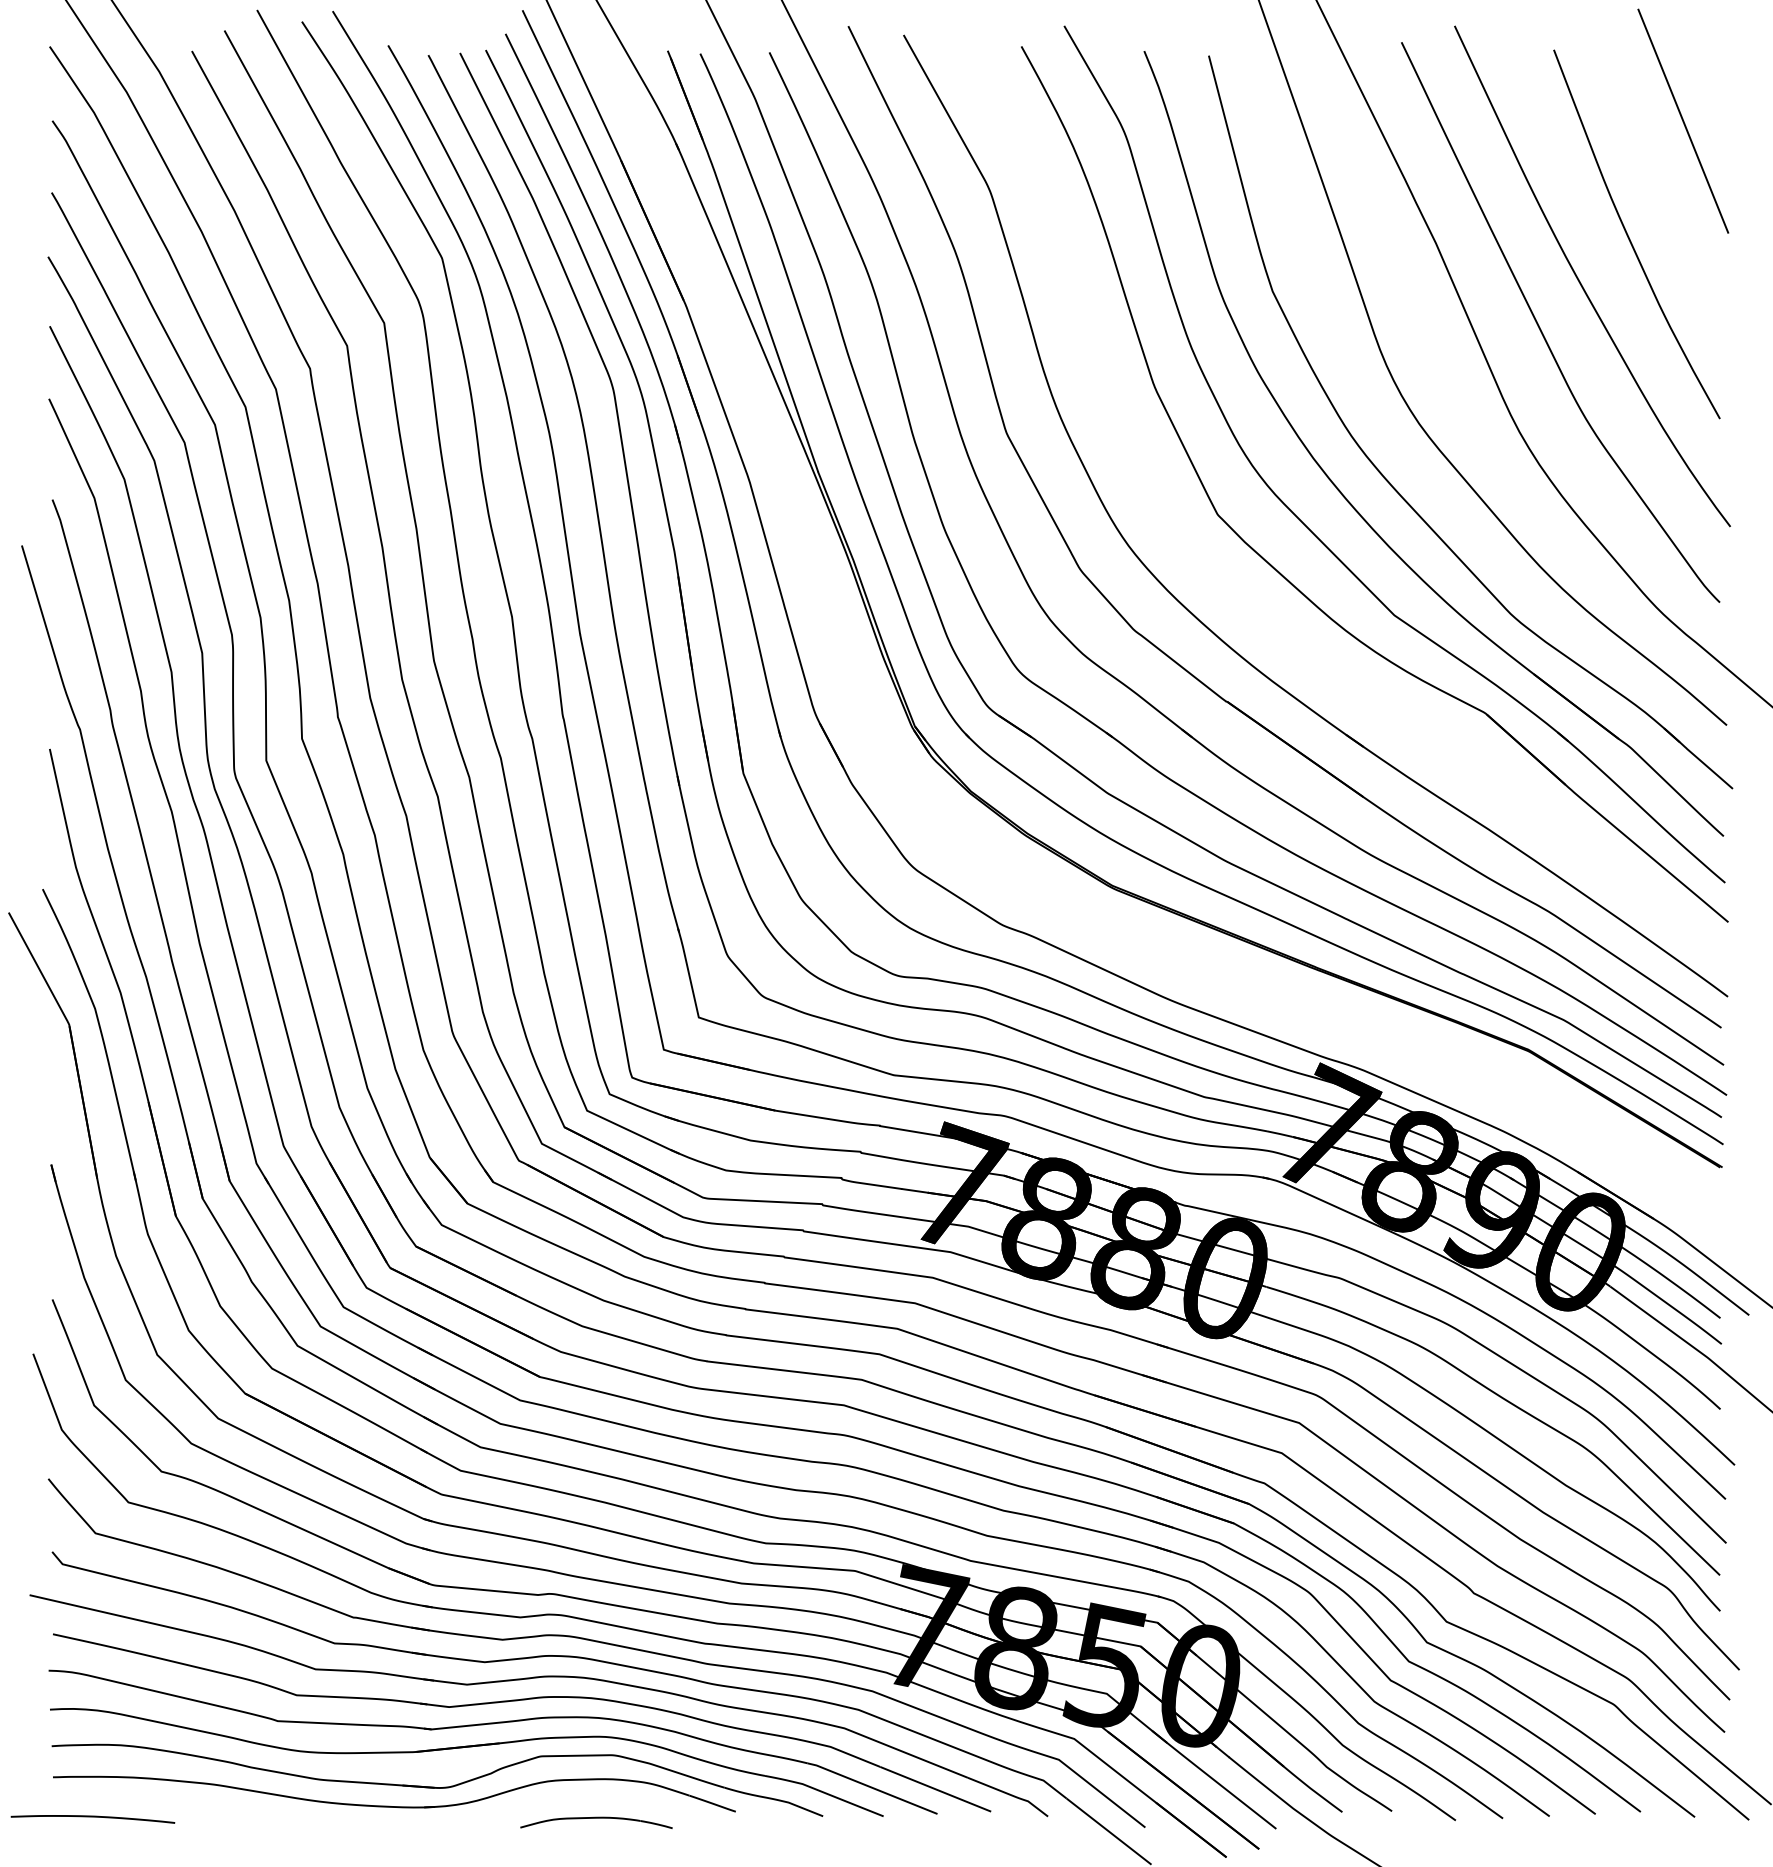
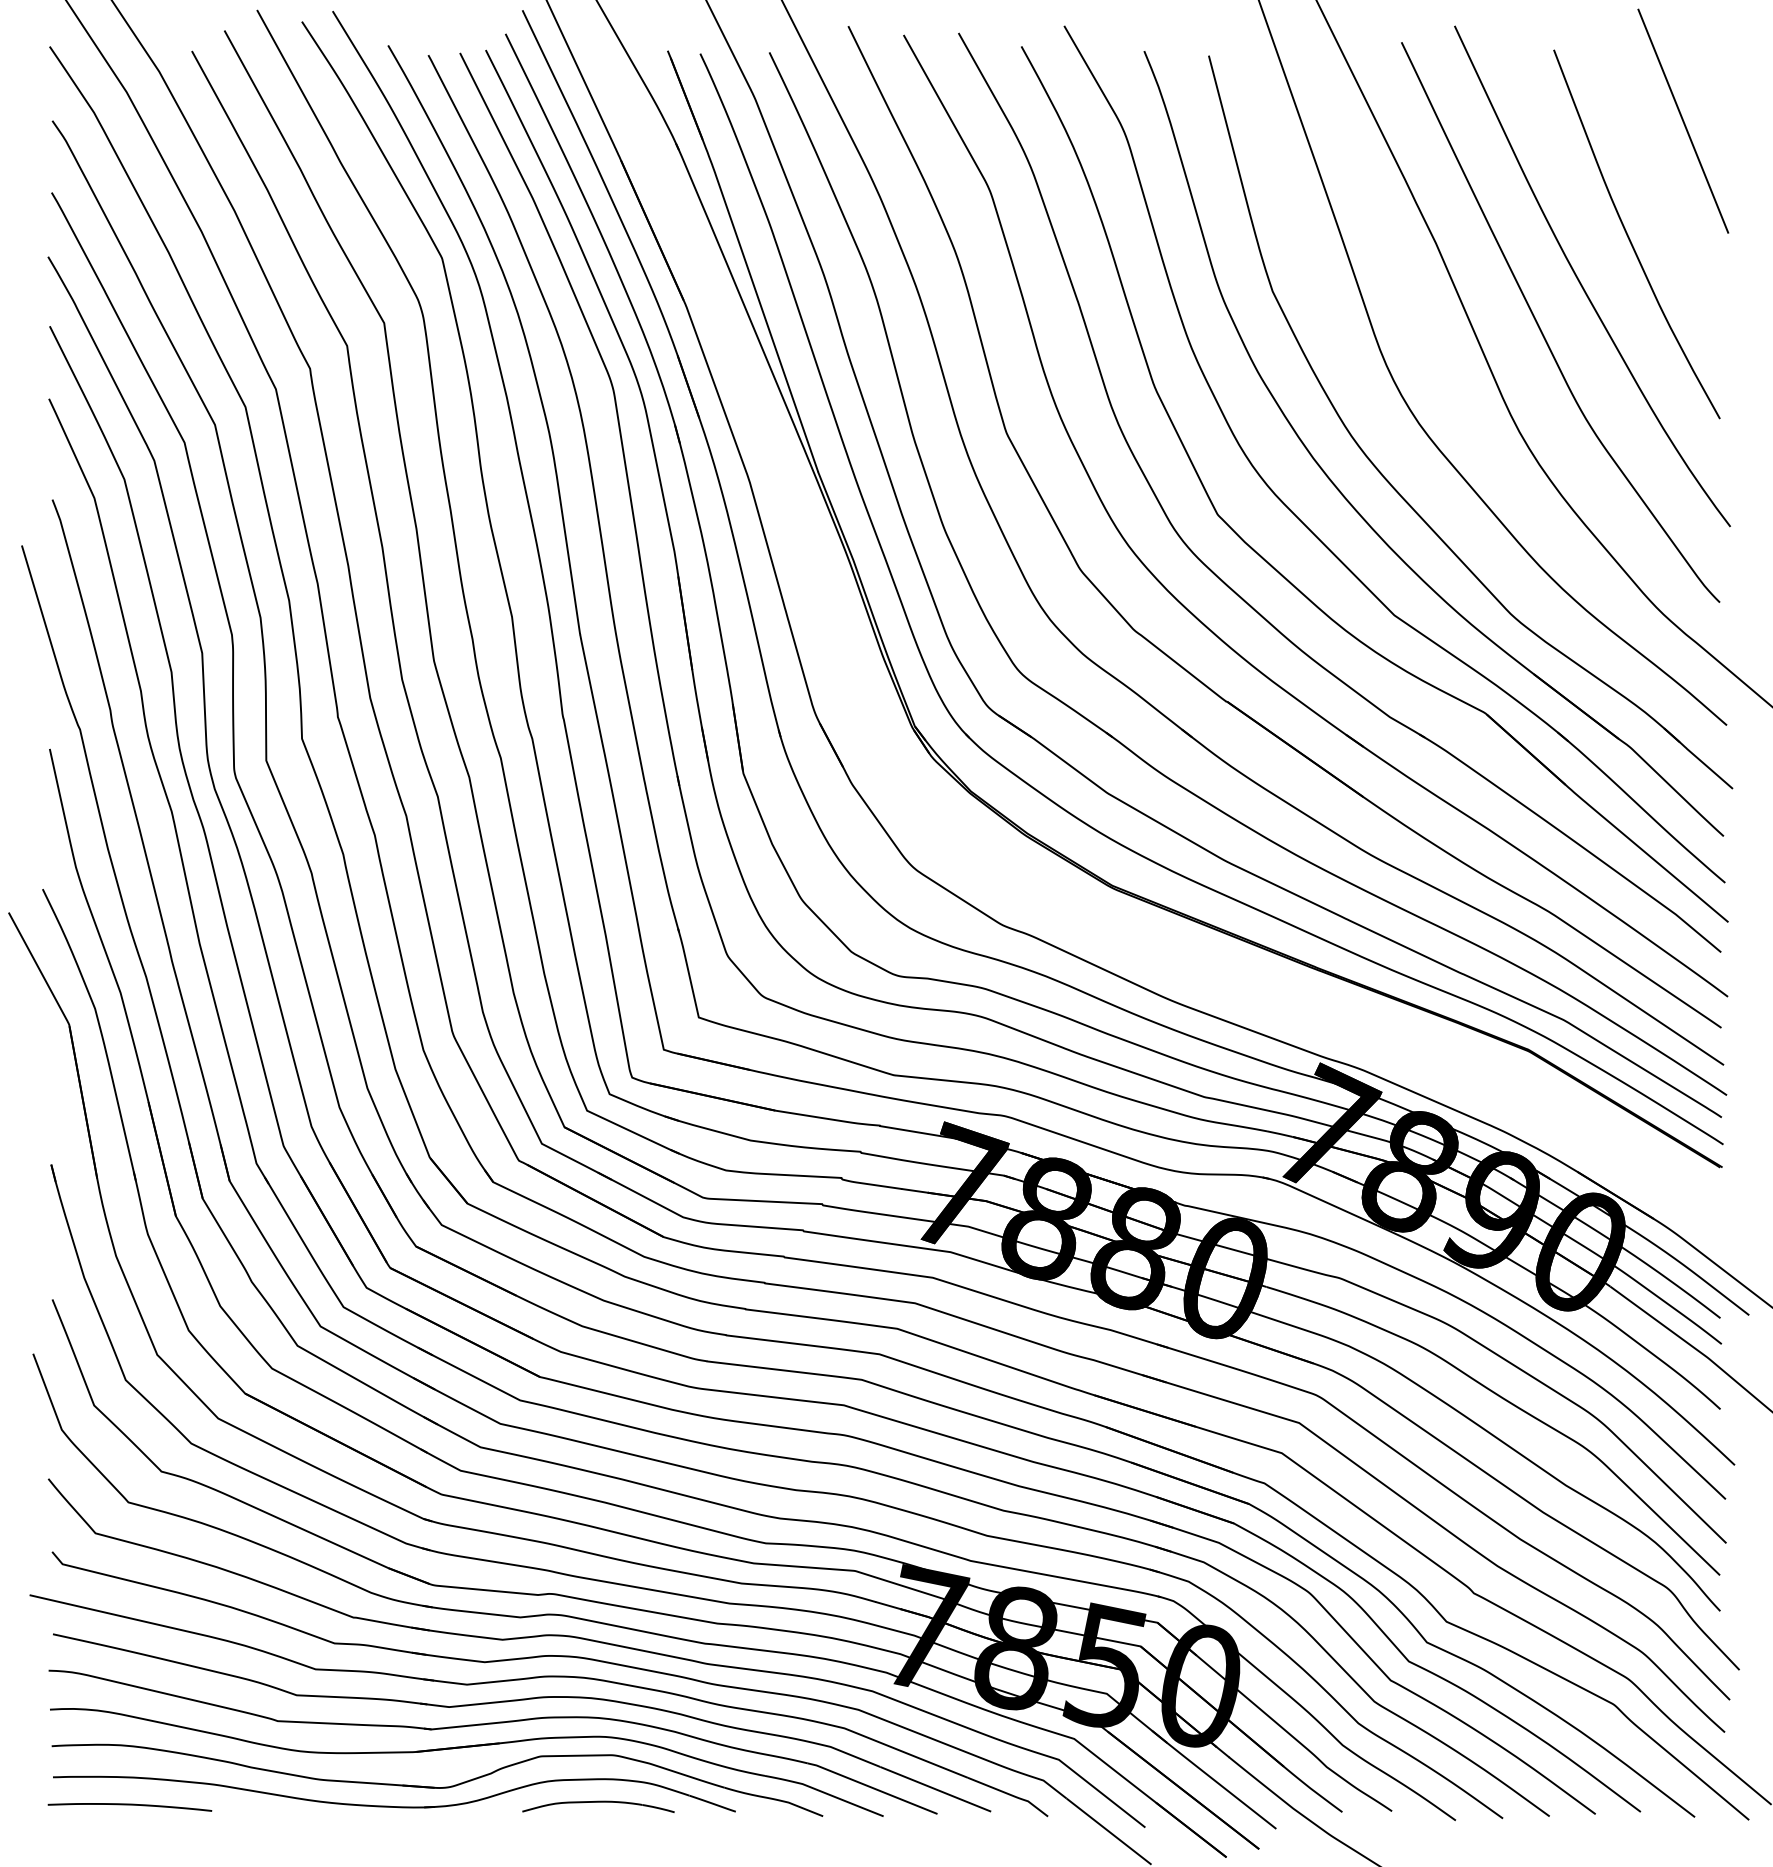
part at (1241, 596): none -> present
curve at (92, 1817) position: (92, 1817) -> (129, 1805)
part at (596, 1822) position: (596, 1822) -> (598, 1806)
